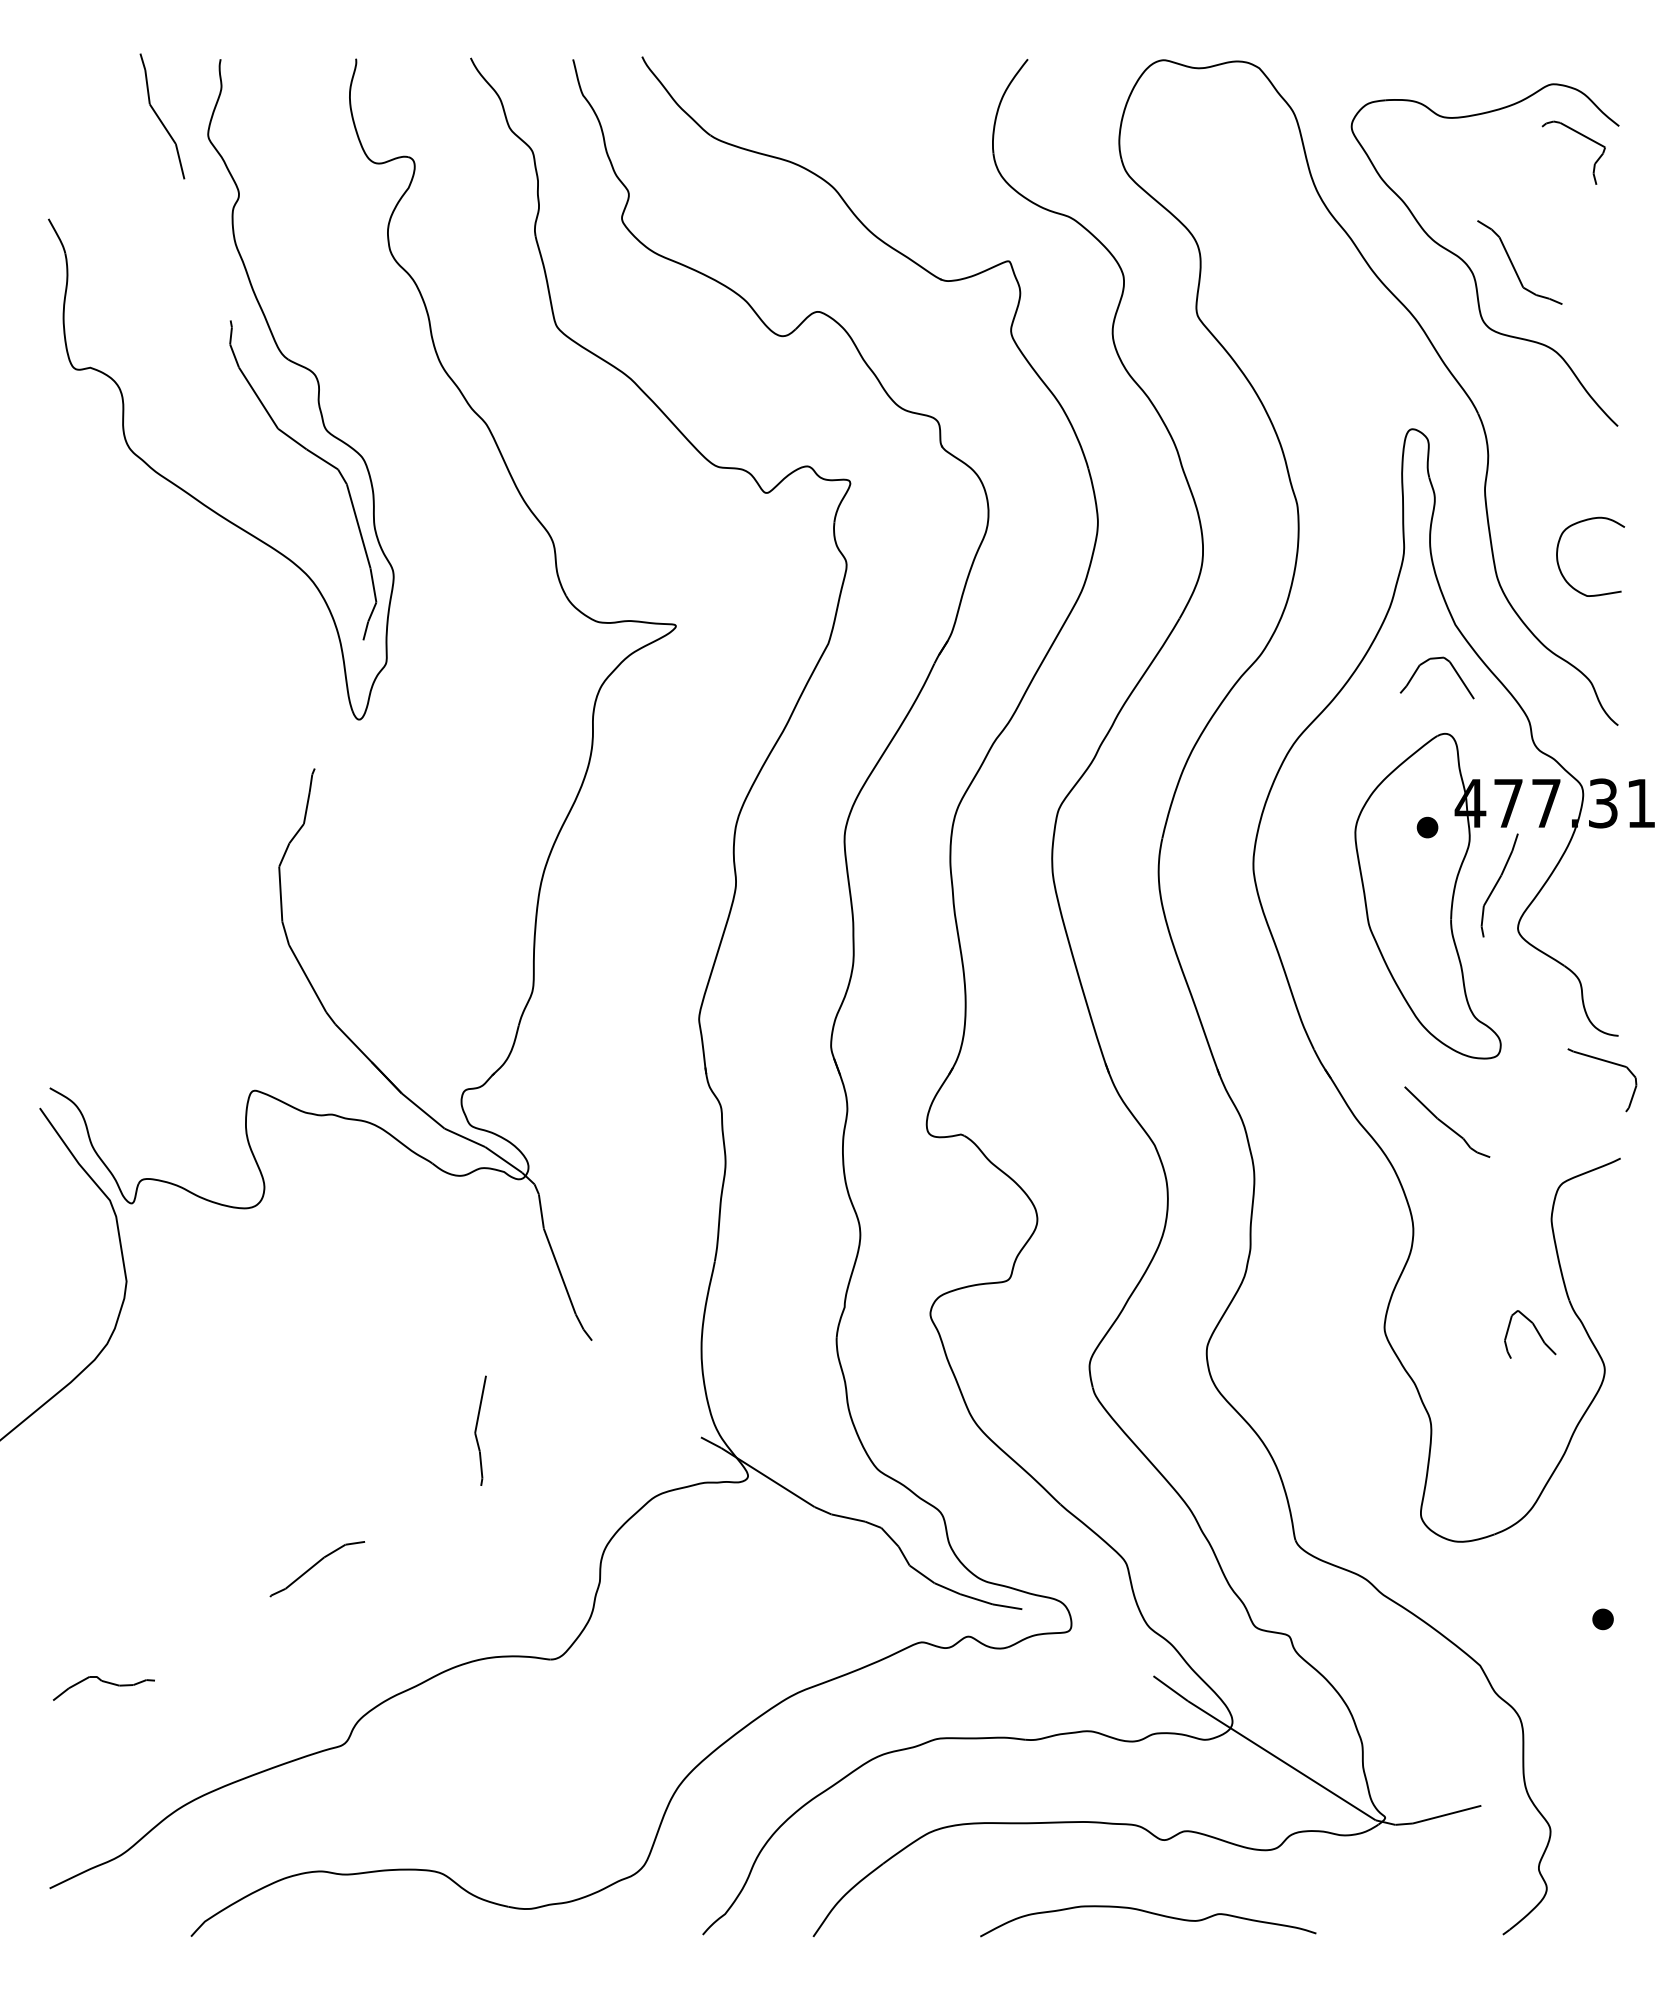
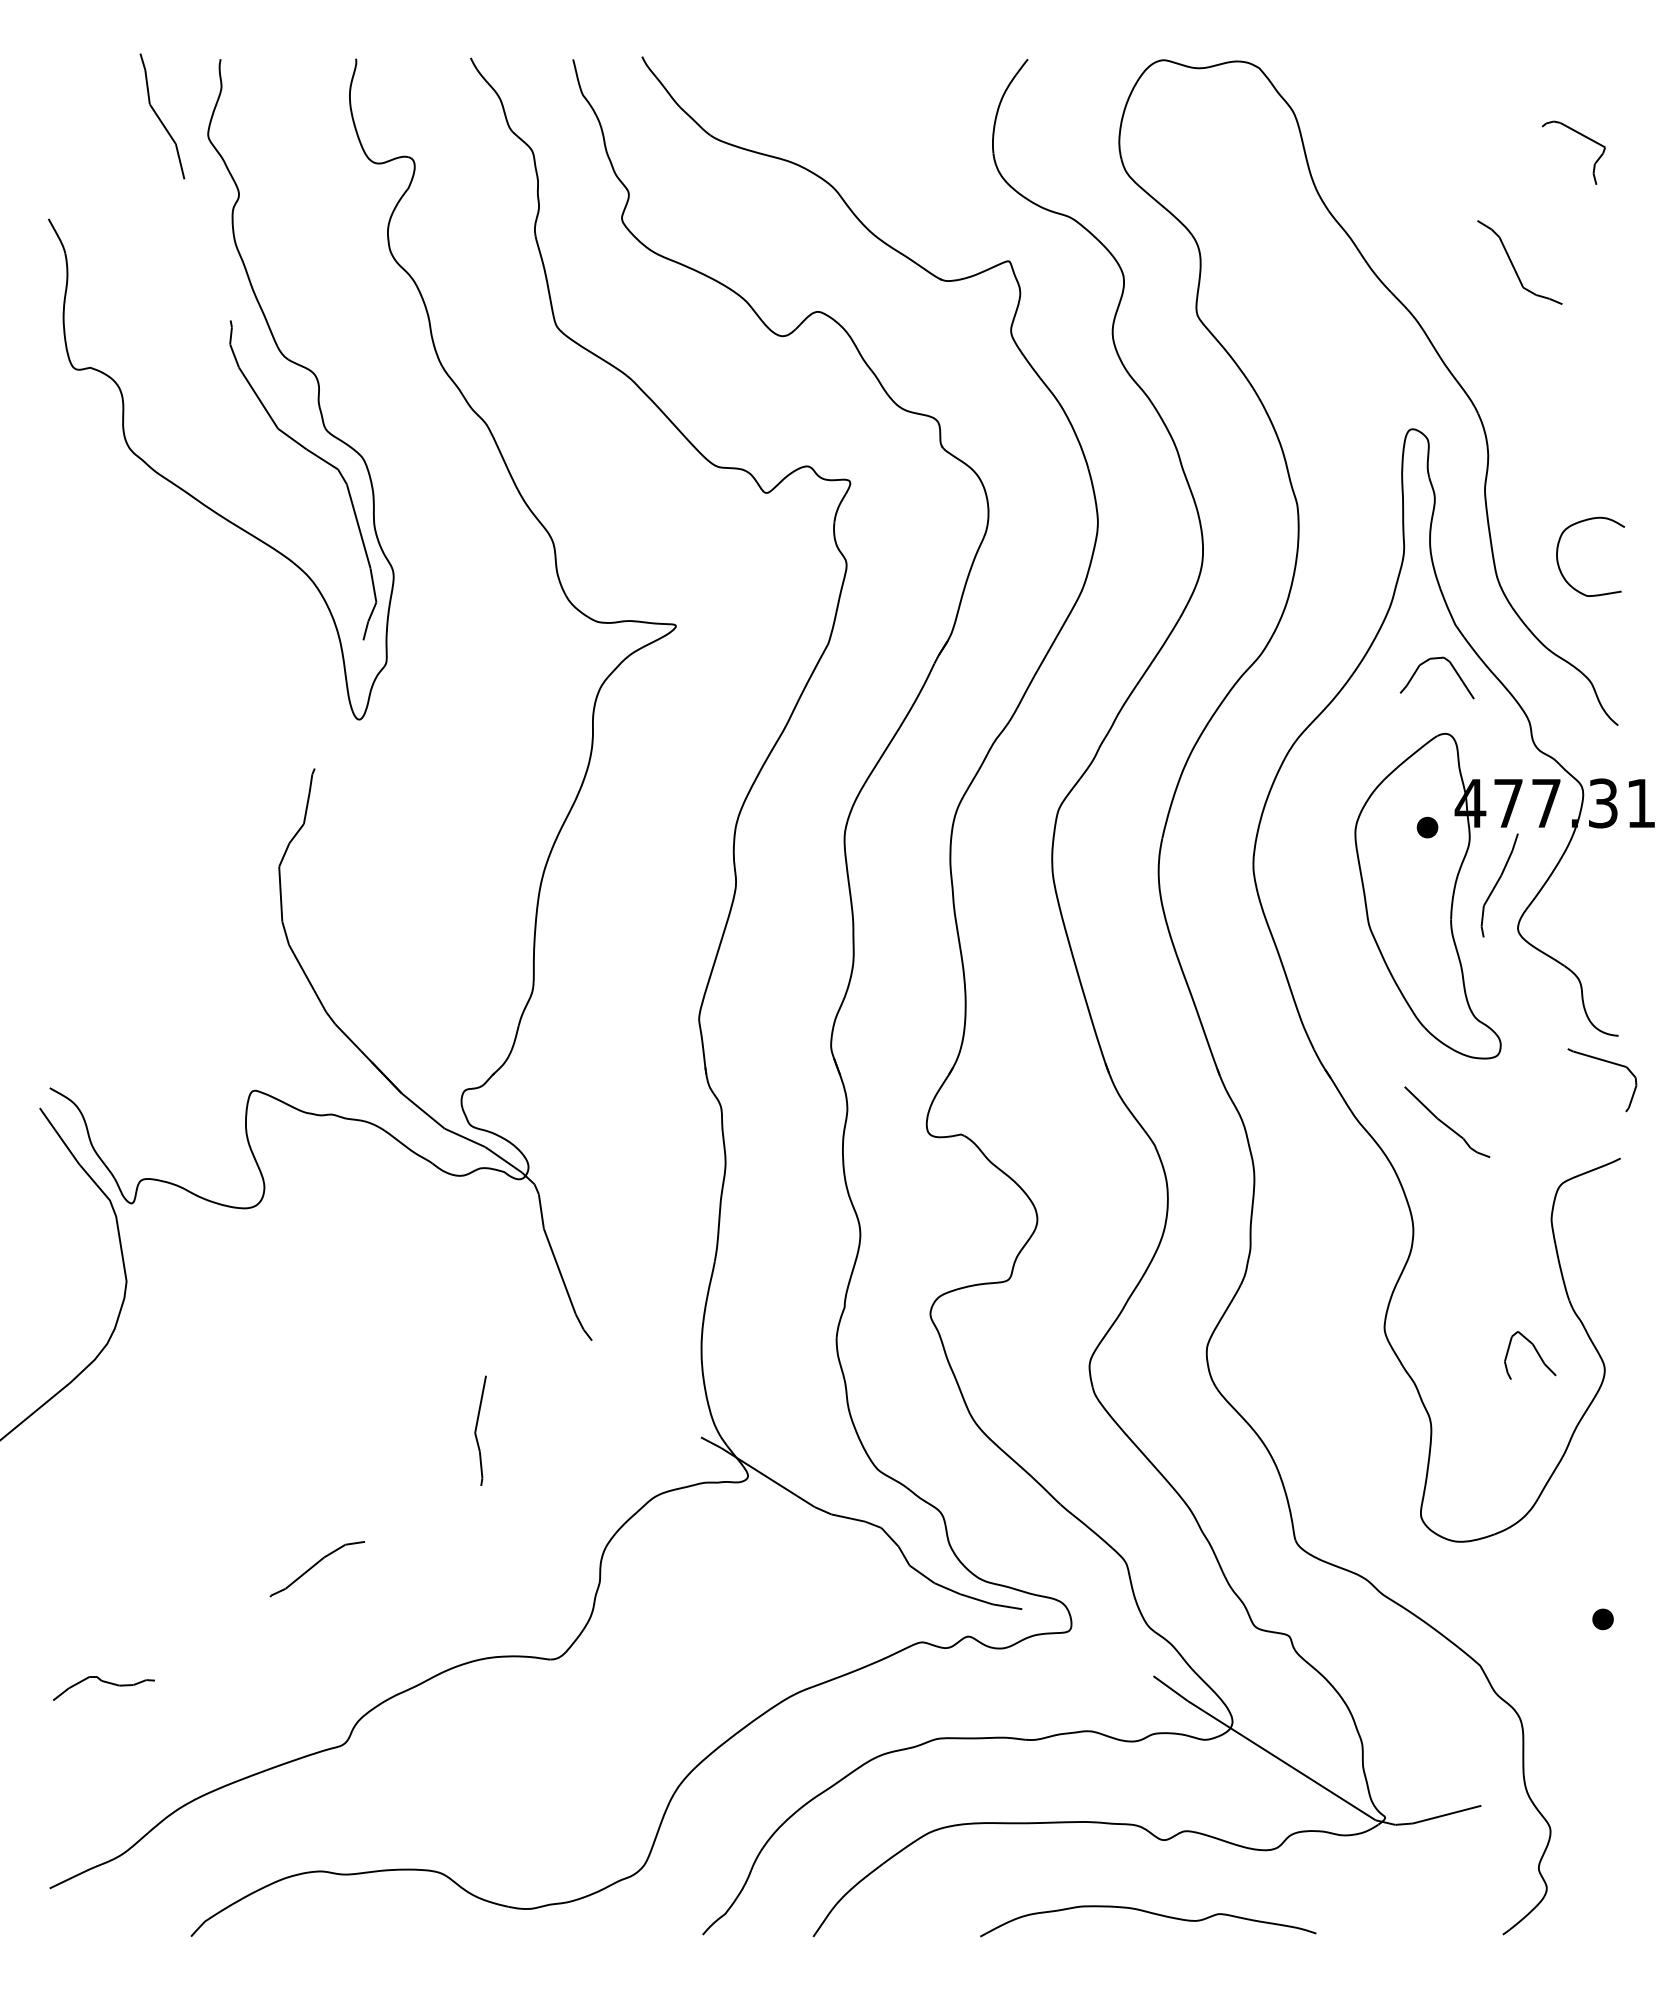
part at (1470, 267): present -> none
part at (1536, 1331) position: (1536, 1331) -> (1536, 1352)
